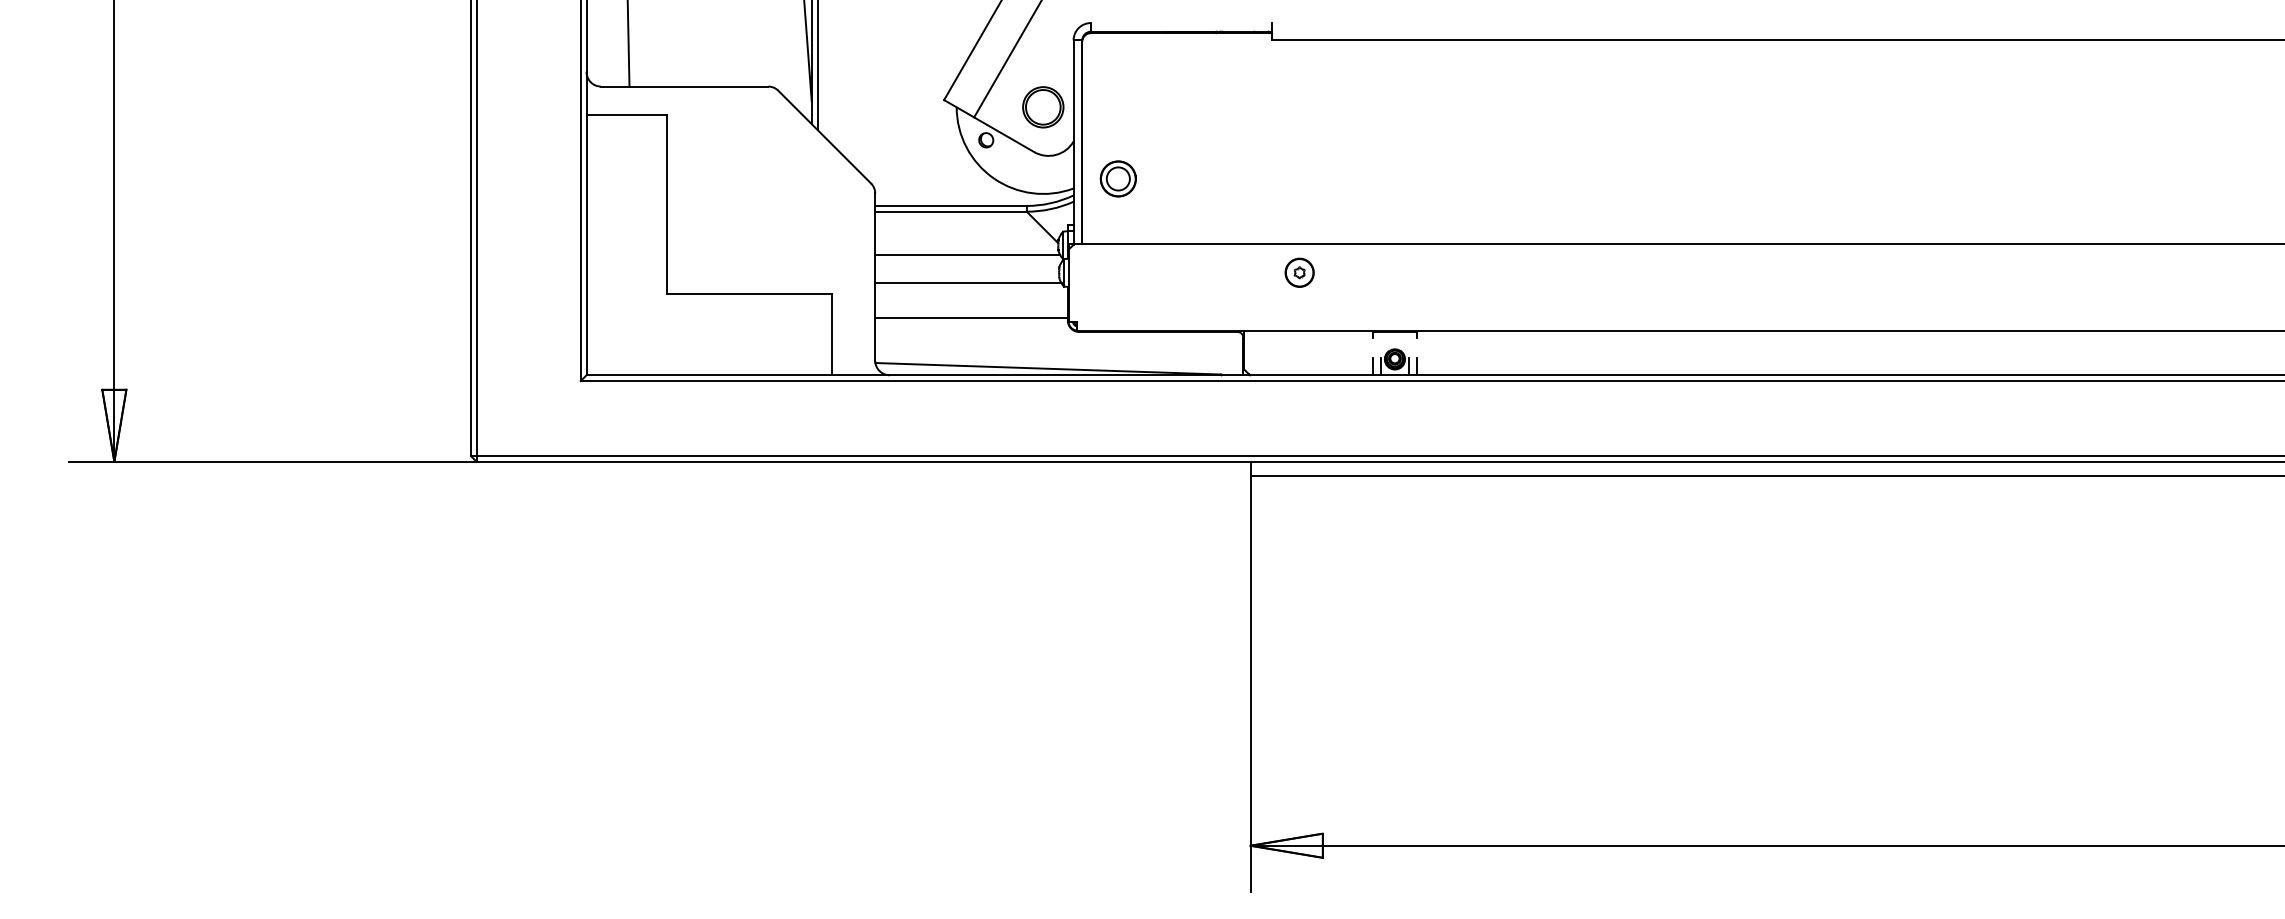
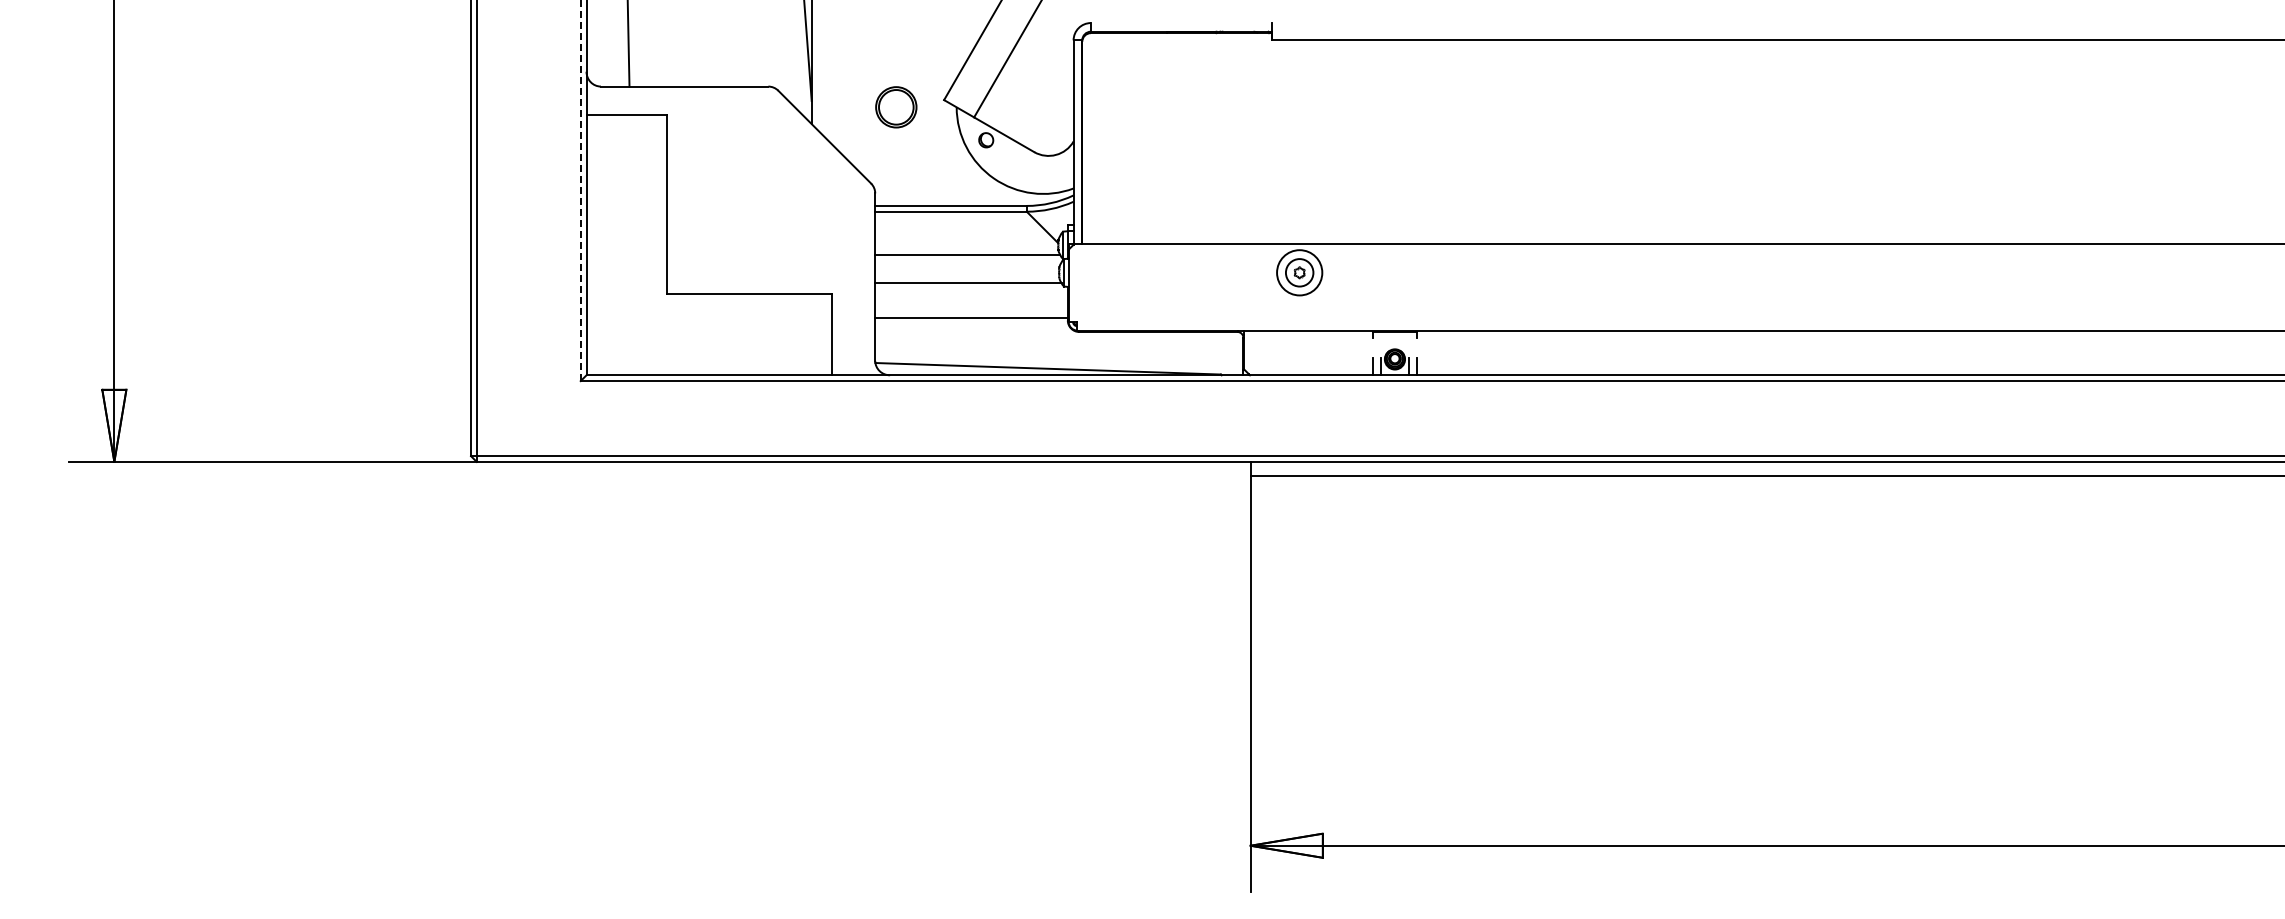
line at (817, 65): present -> none
part at (1043, 107) position: (1043, 107) -> (896, 107)
part at (1117, 178): present -> none
line at (580, 190): solid -> dashed
circle at (1299, 272) diameter: 28 px -> 45 px
